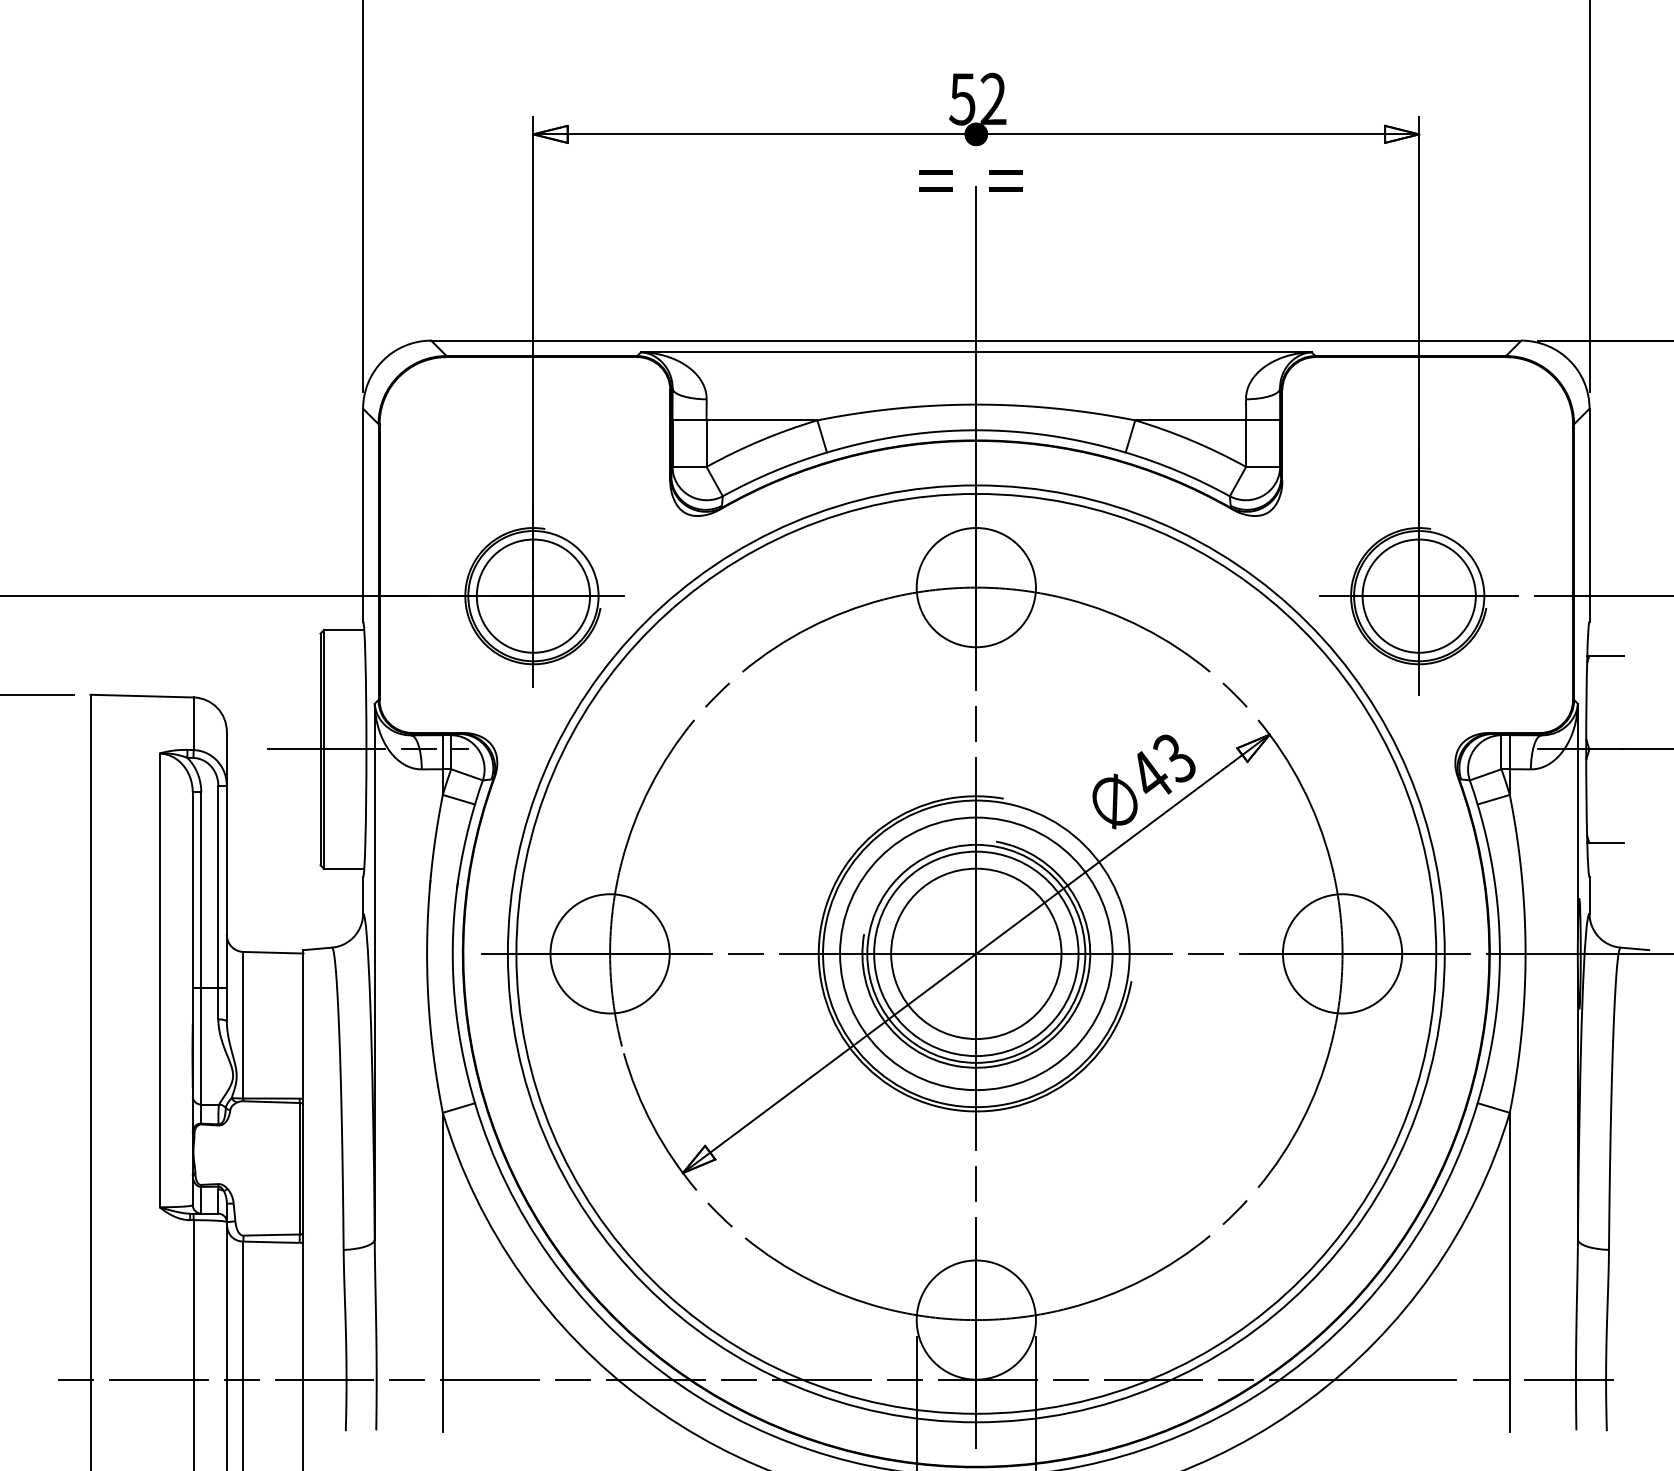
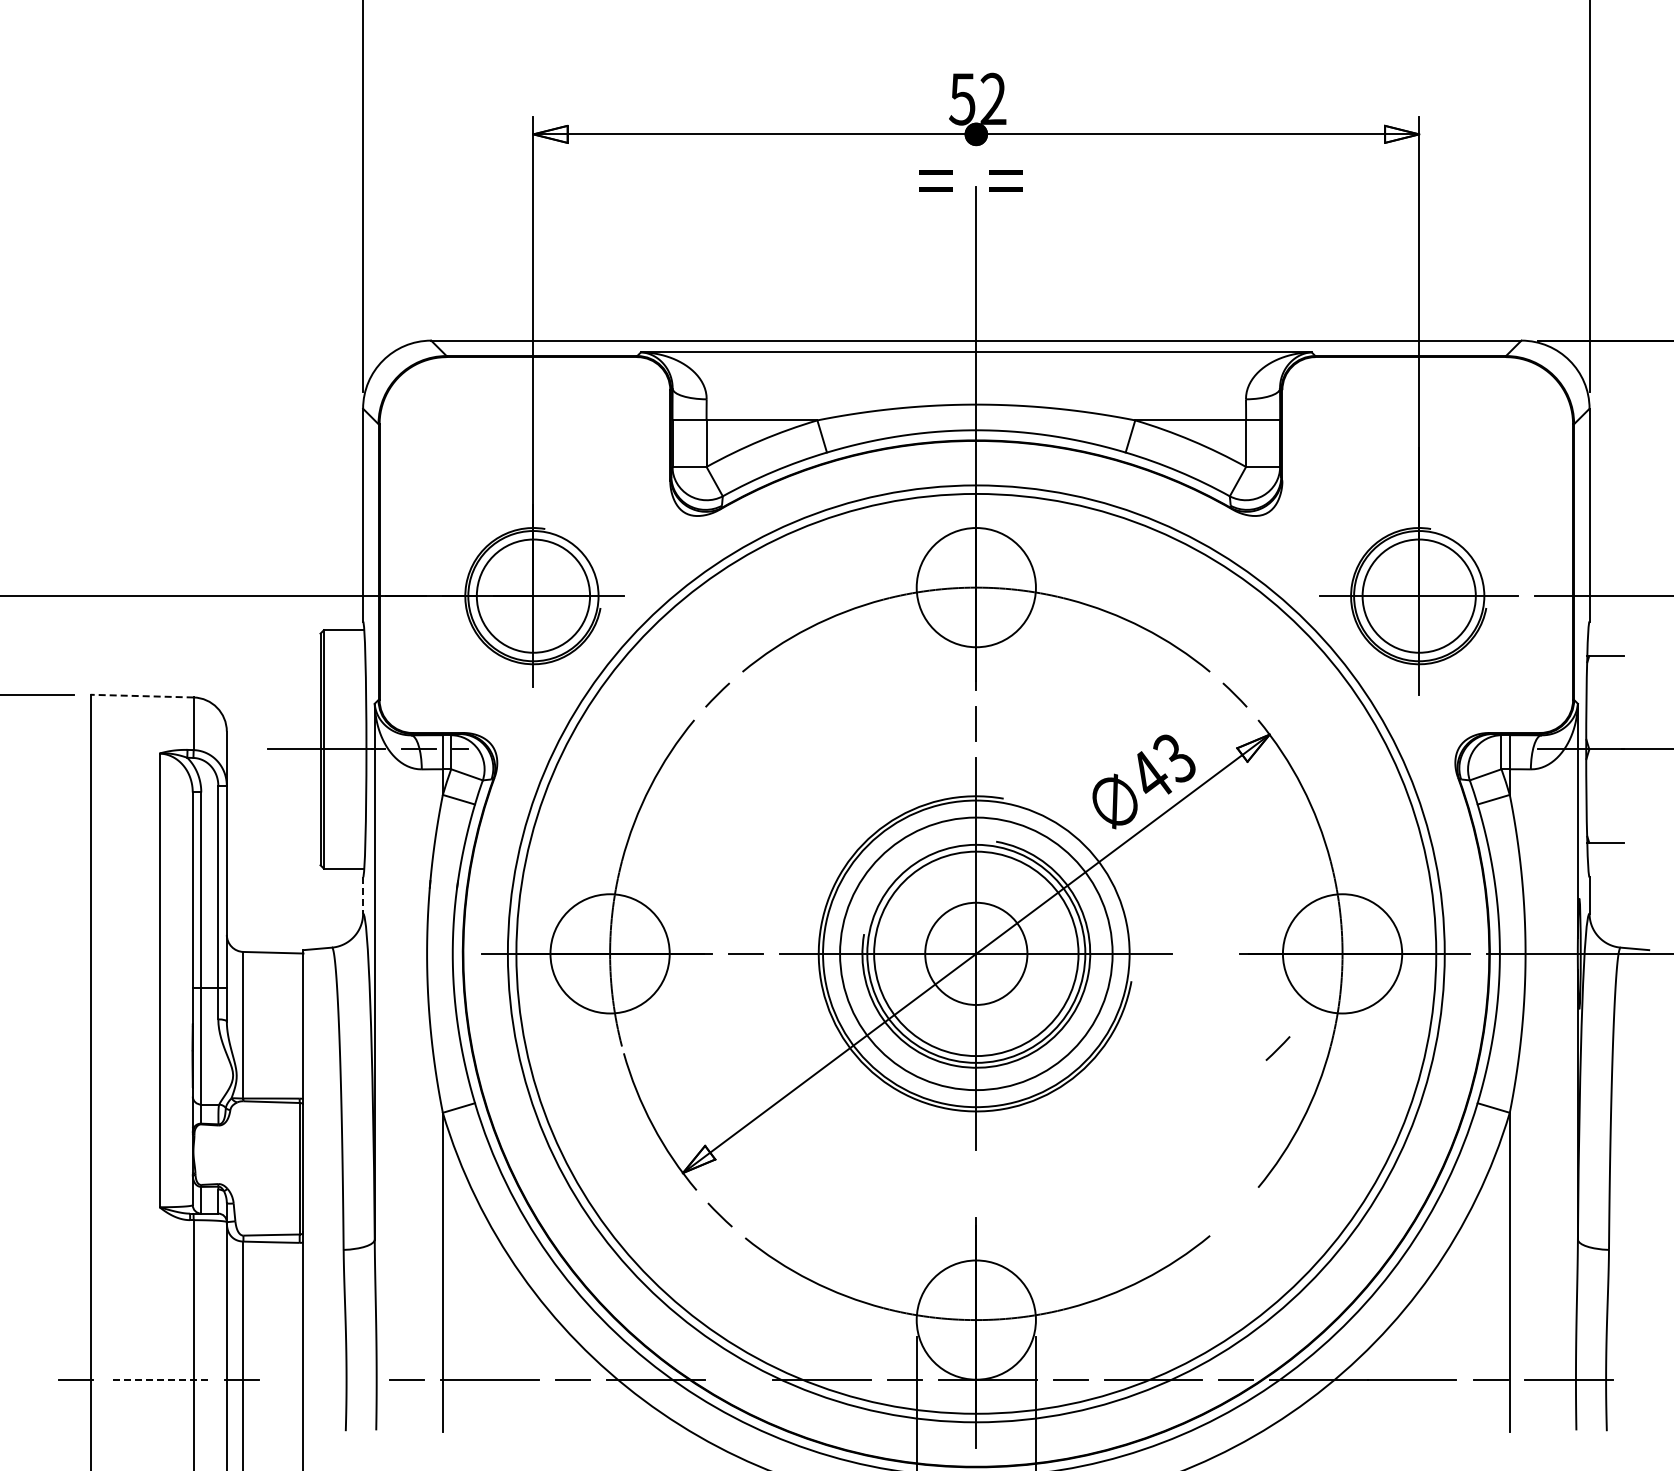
line at (142, 696): solid -> dashed
line at (363, 895): solid -> dashed
circle at (976, 953) diameter: 170 px -> 102 px
line at (1206, 953): present -> none
line at (975, 1183): present -> none
line at (1234, 1212) position: (1234, 1212) -> (1277, 1048)
line at (158, 1379): solid -> dashed
line at (324, 1379): present -> none
line at (738, 1379): present -> none
